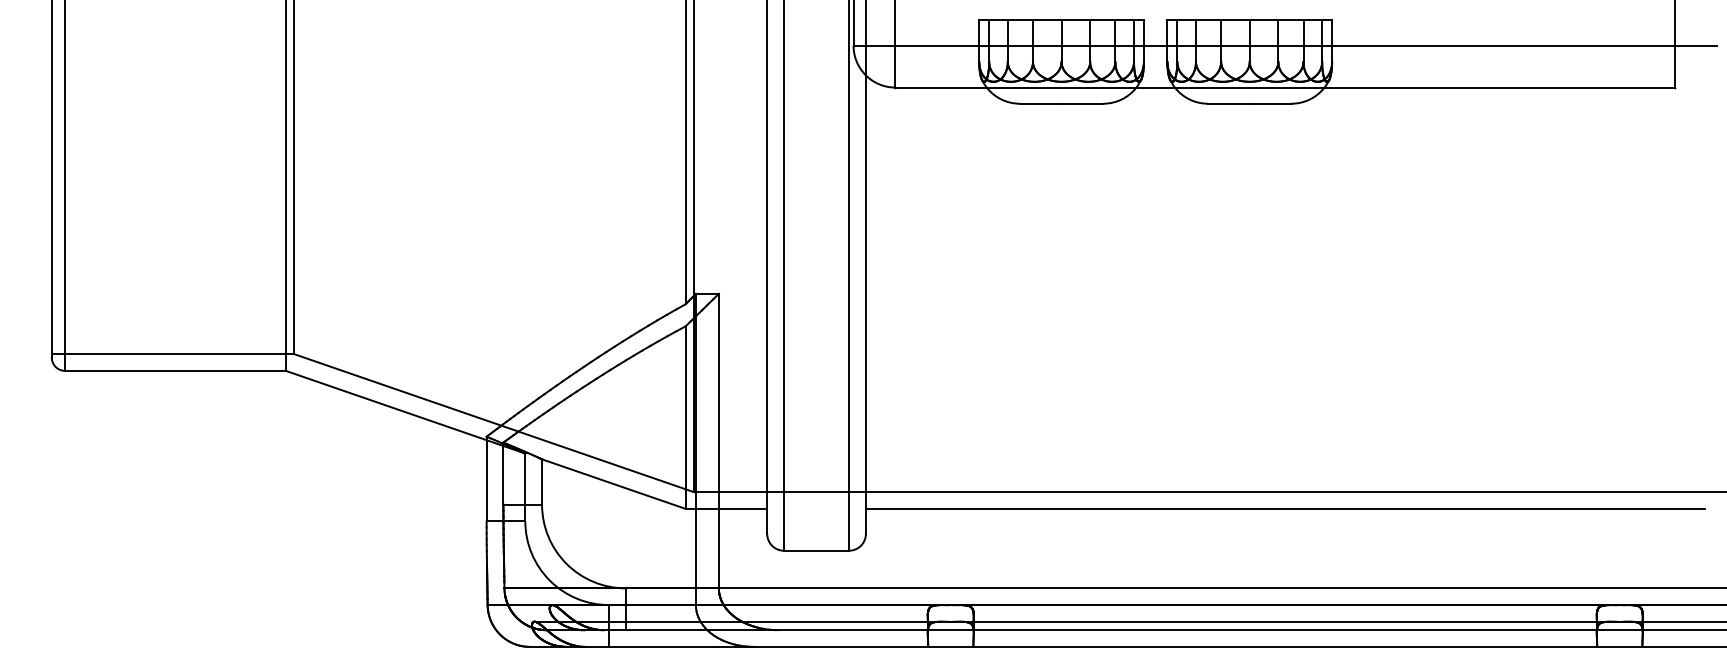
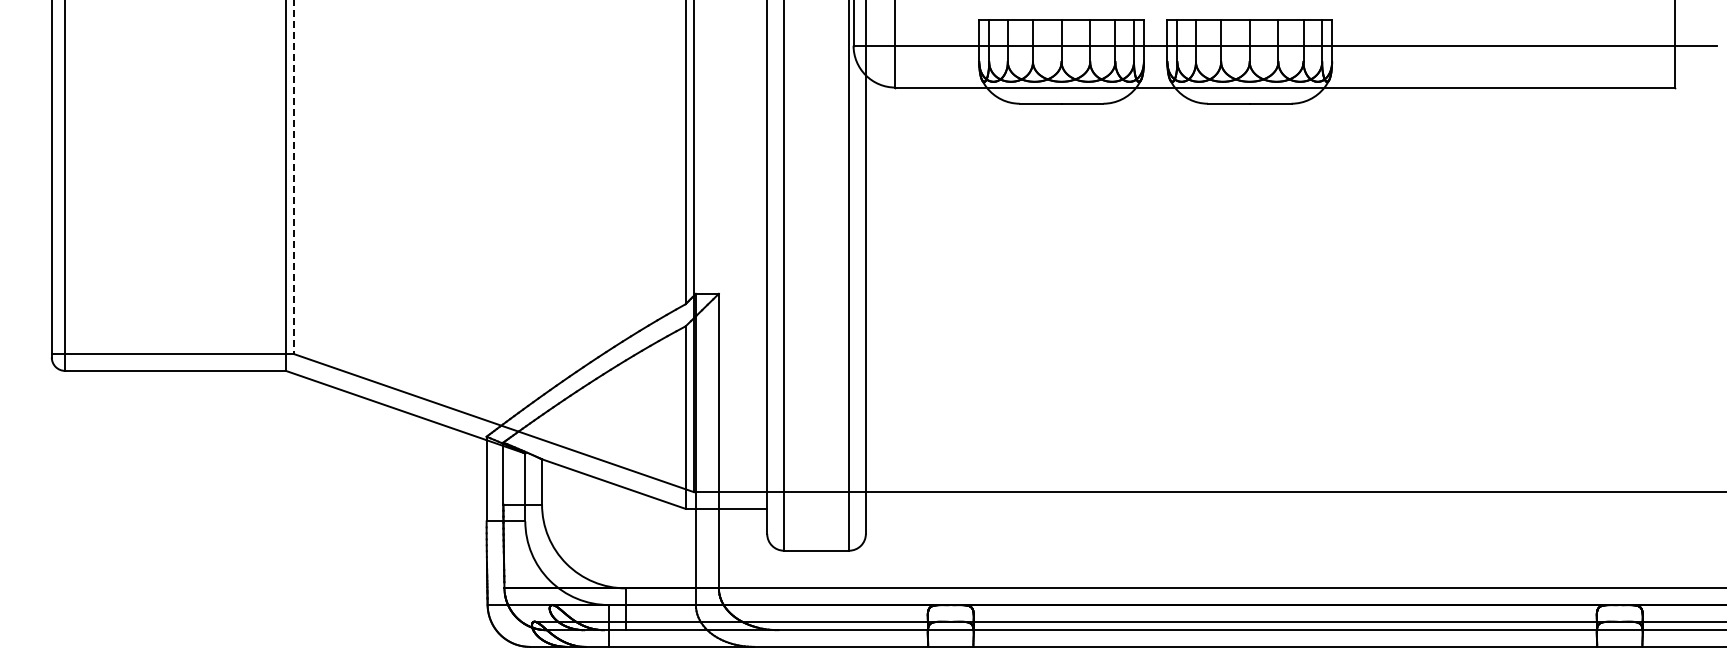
line at (294, 177): solid -> dashed
line at (1284, 508): present -> none
